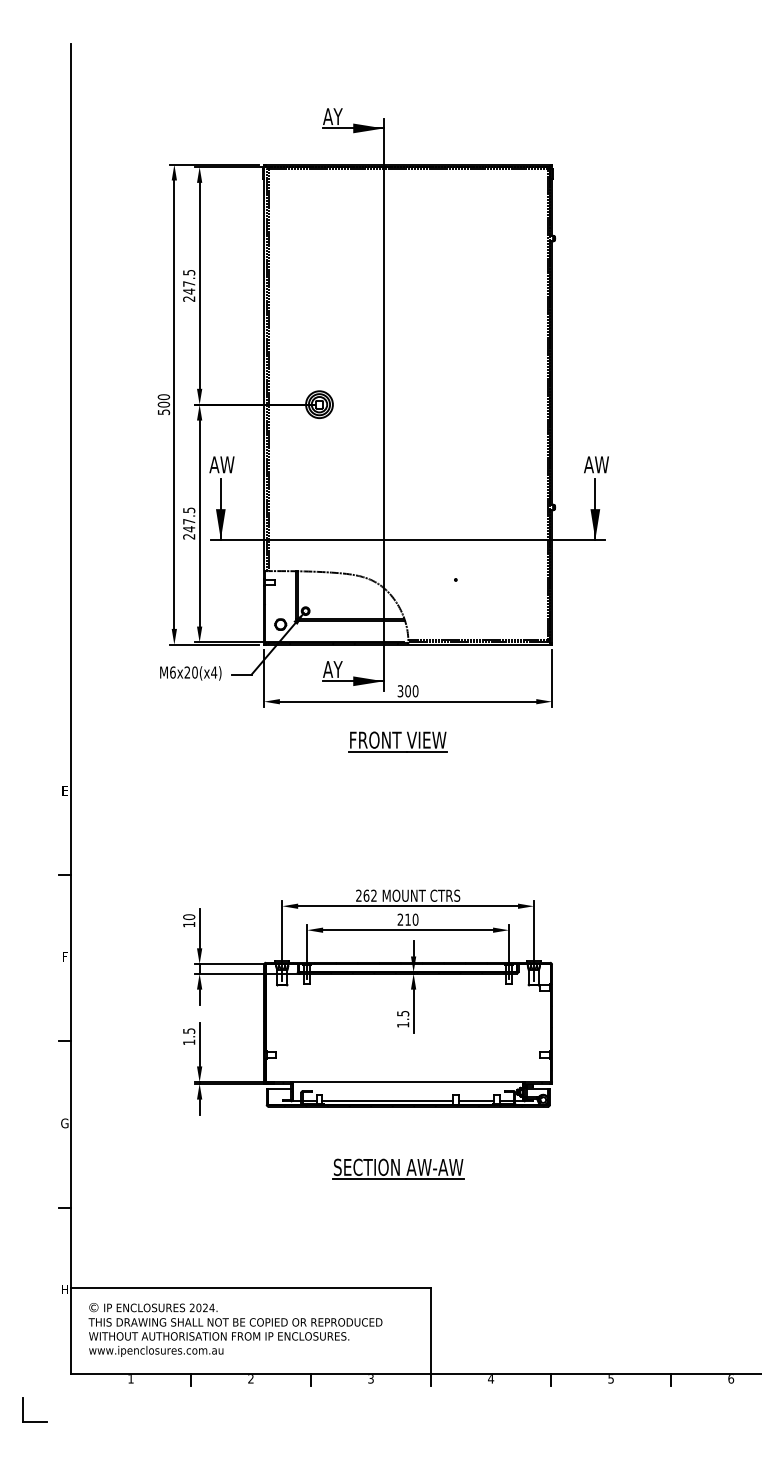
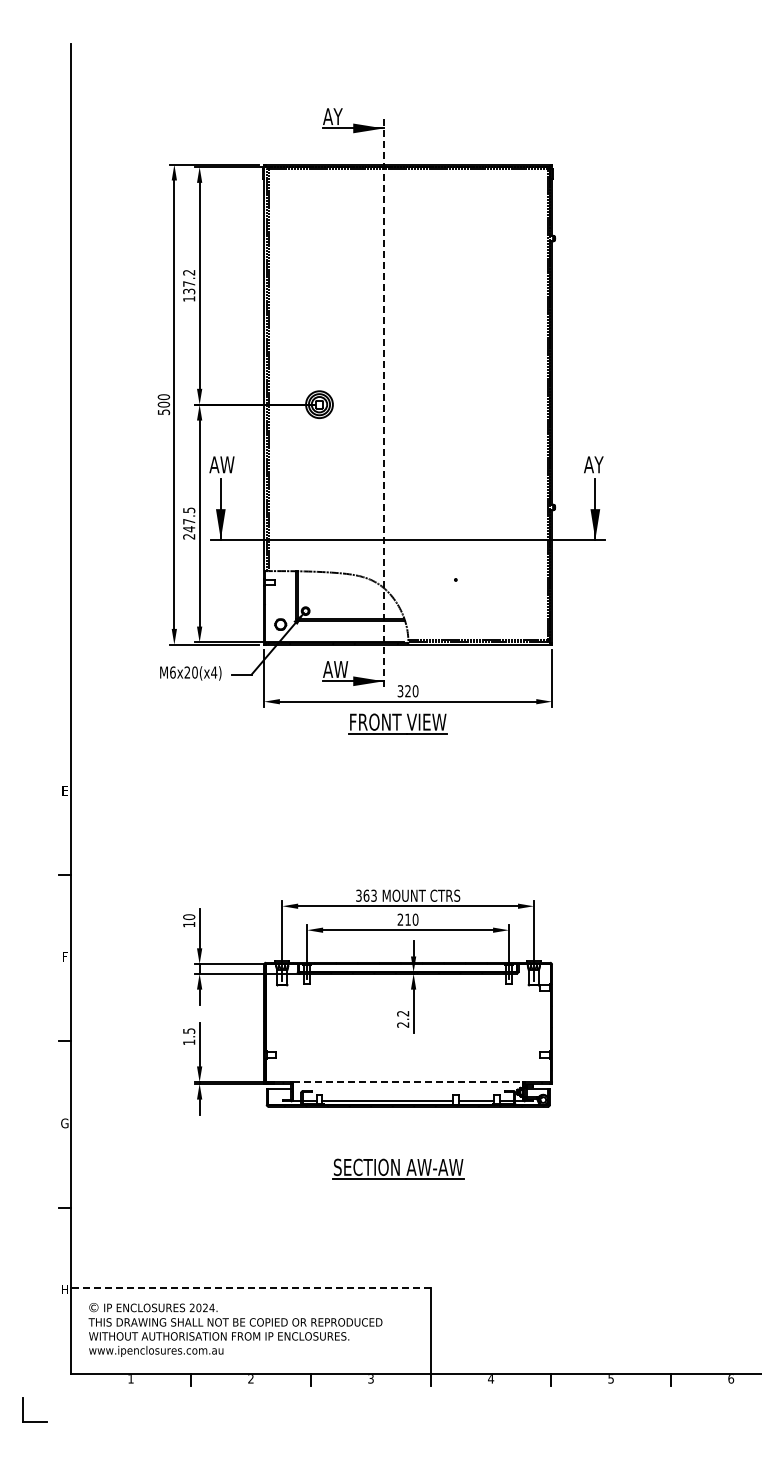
text at (189, 285): 247.5 -> 137.2
line at (383, 405): solid -> dashed
text at (601, 464): AW -> AY
text at (340, 669): AY -> AW
text at (407, 691): 300 -> 320
part at (397, 741) position: (397, 741) -> (397, 723)
text at (366, 895): 262 -> 363
text at (403, 1019): 1.5 -> 2.2
line at (408, 1082): solid -> dashed
line at (250, 1287): solid -> dashed
